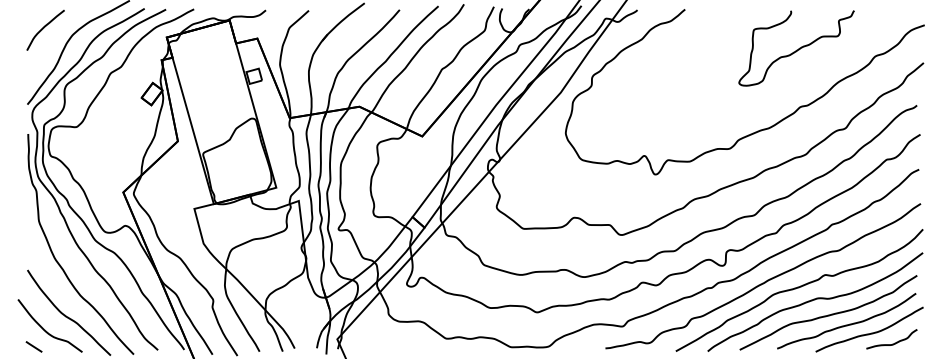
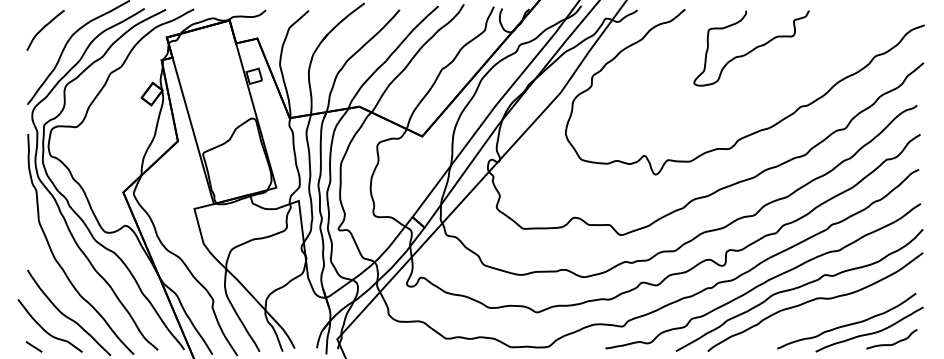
curve at (796, 49) position: (796, 49) -> (751, 49)
curve at (828, 314): present -> none
